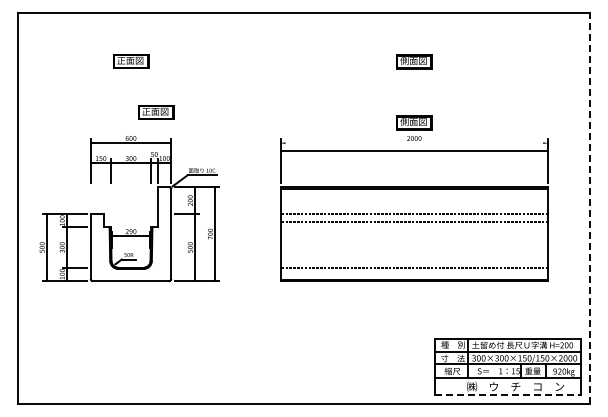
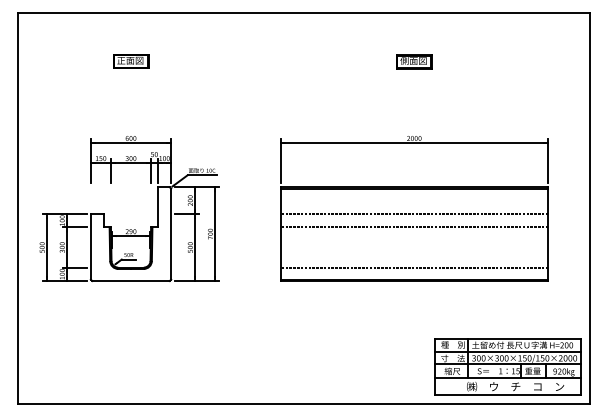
part at (156, 112): present -> none
part at (414, 122): present -> none
line at (414, 151) position: (414, 151) -> (414, 143)
line at (589, 208): dashed -> solid
line at (414, 222) position: (414, 222) -> (414, 227)
line at (508, 395): dashed -> solid
